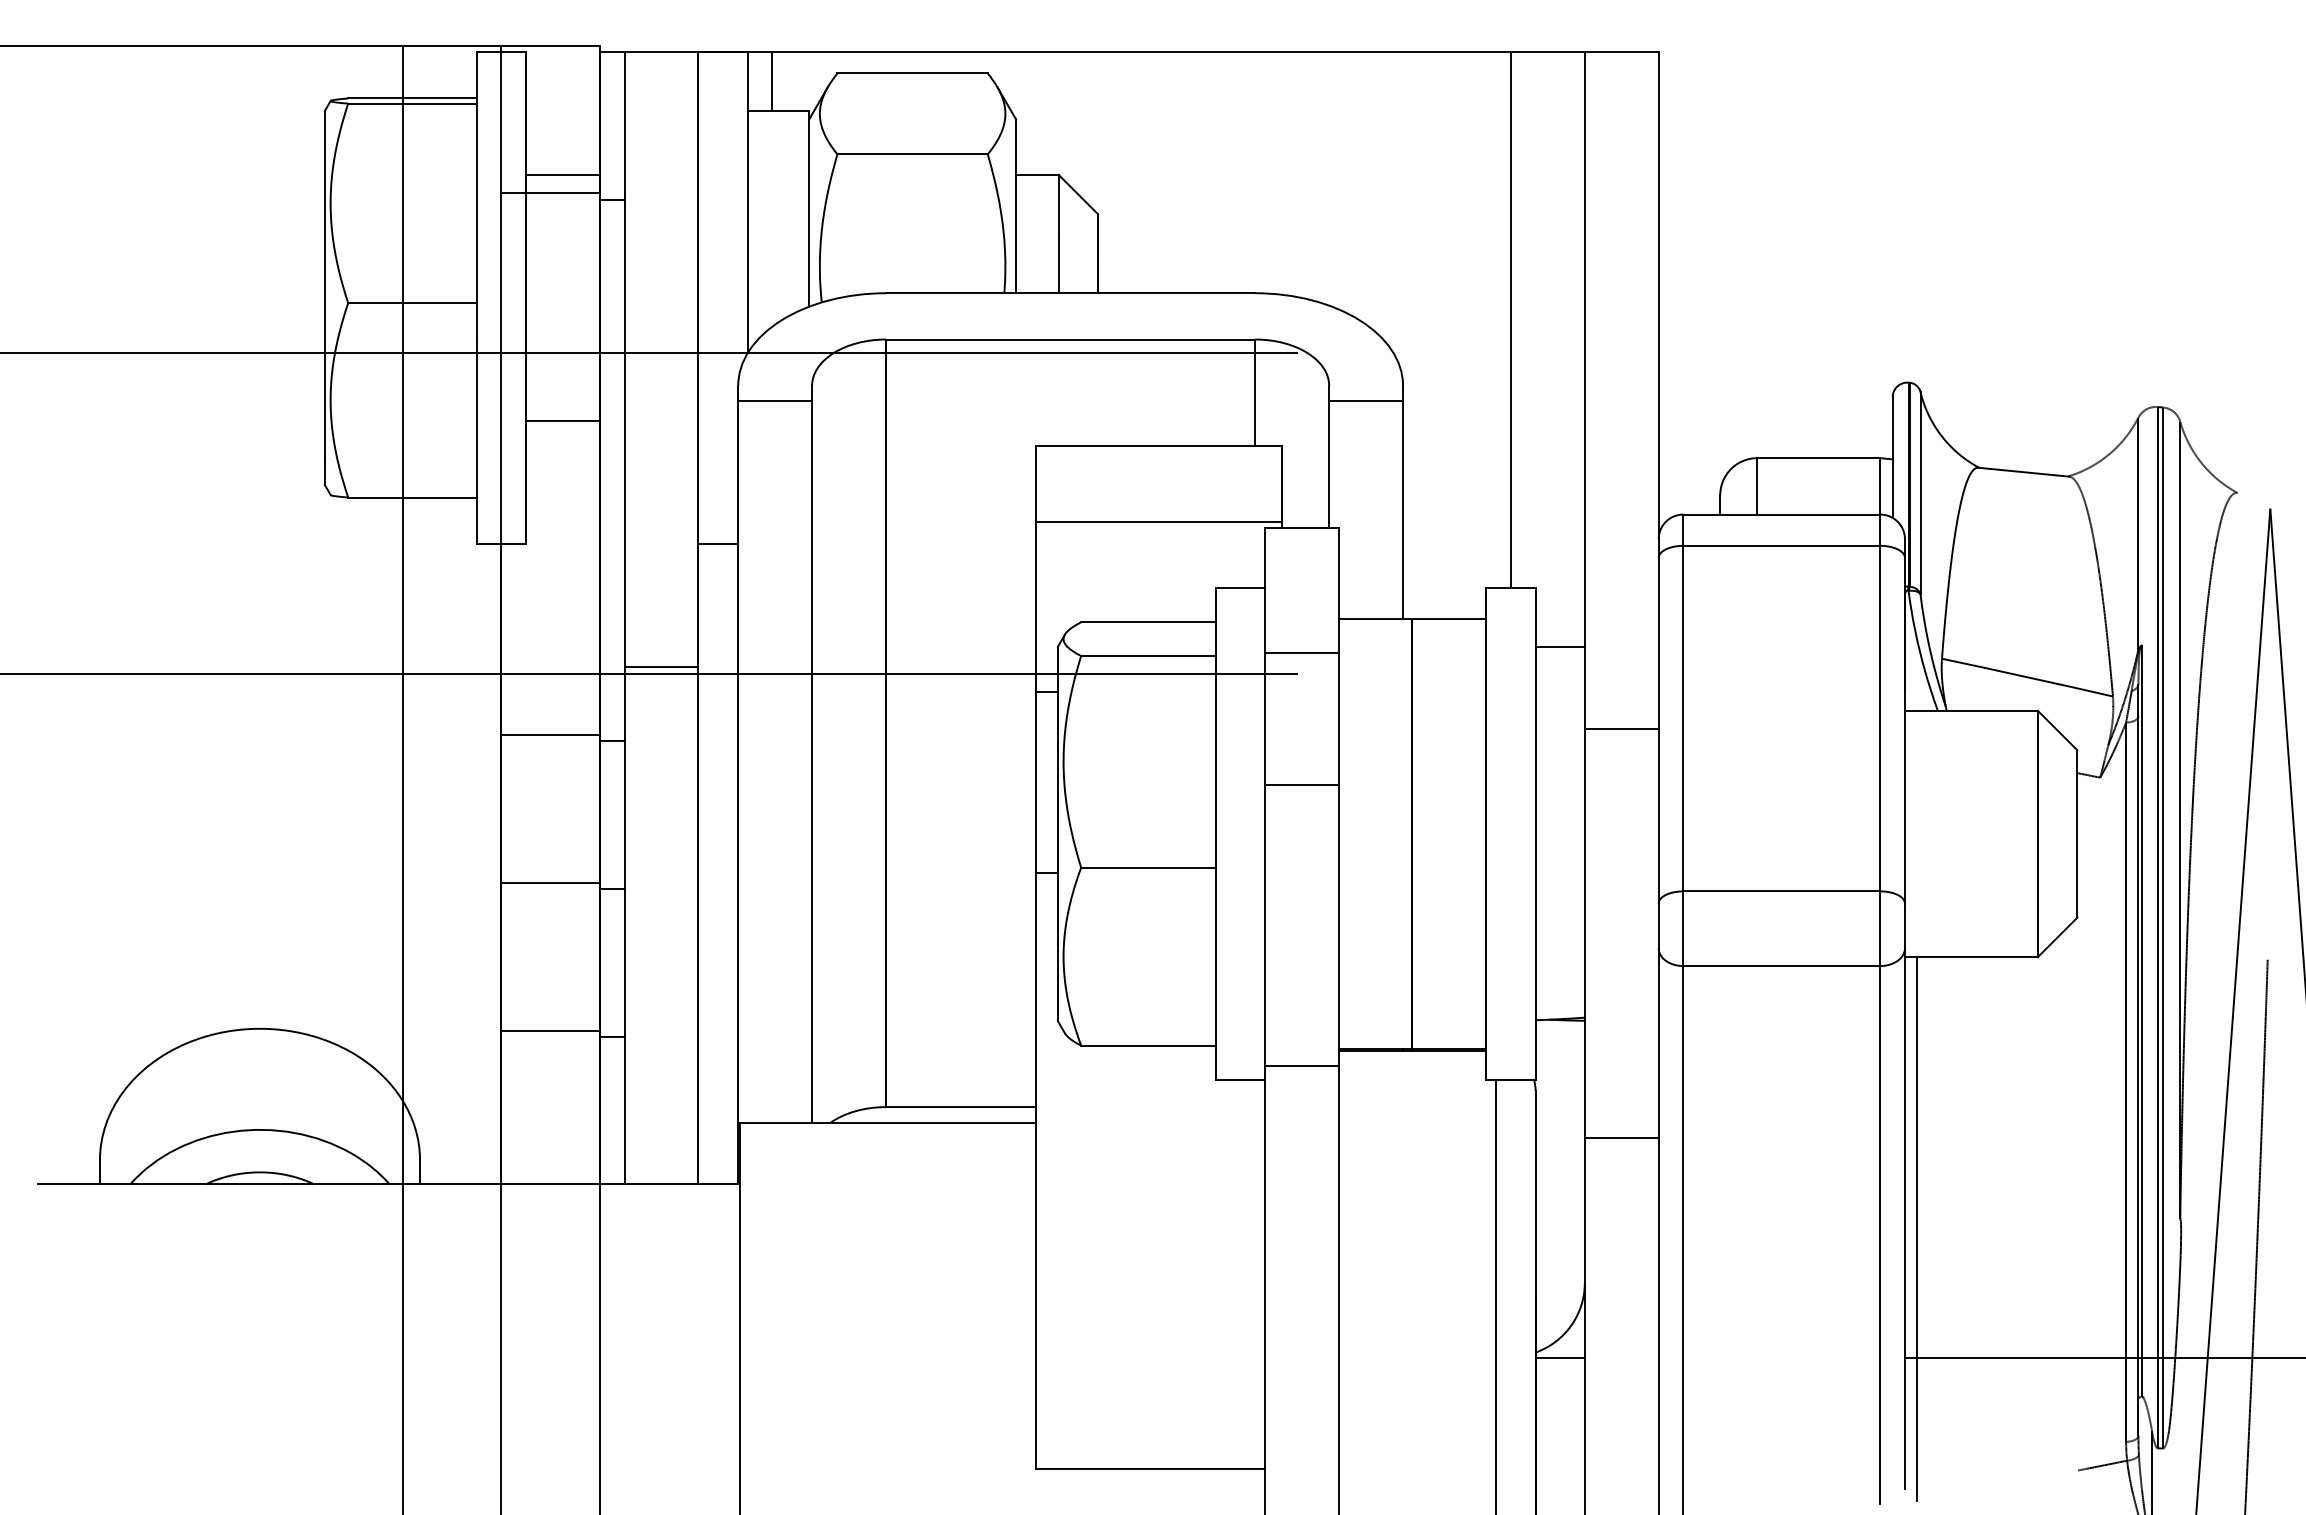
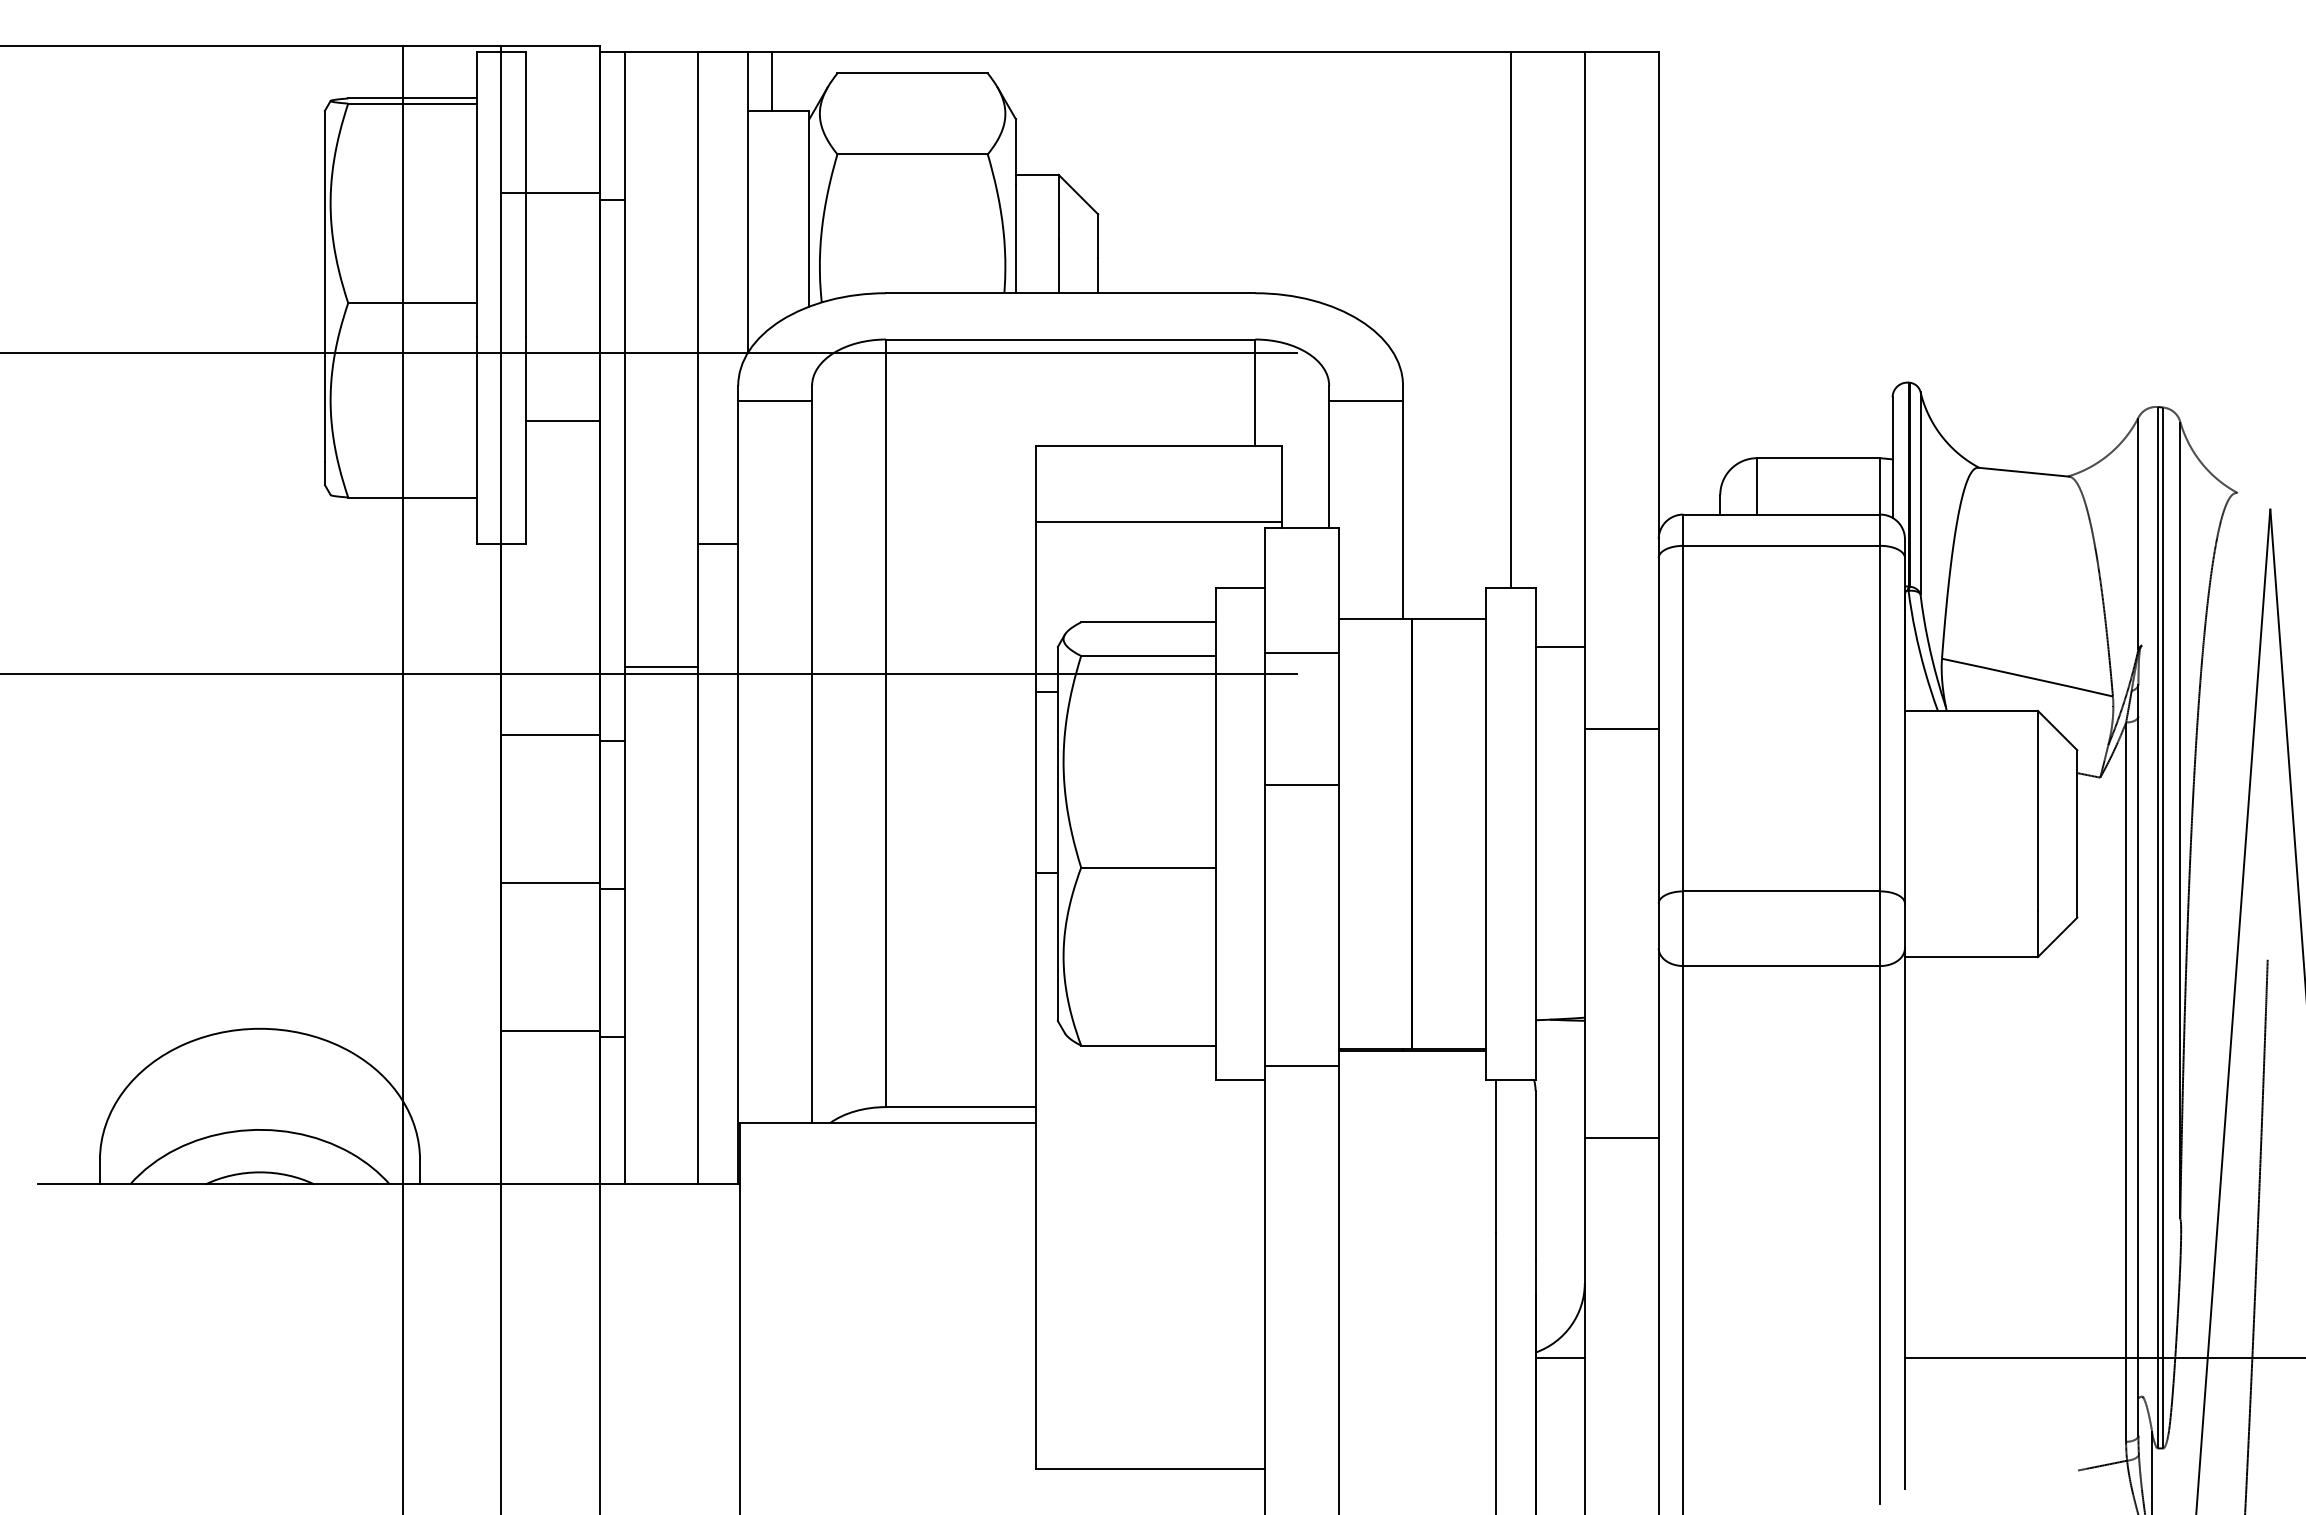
line at (562, 174): present -> none
line at (2142, 1020): present -> none
line at (1917, 1229): present -> none
